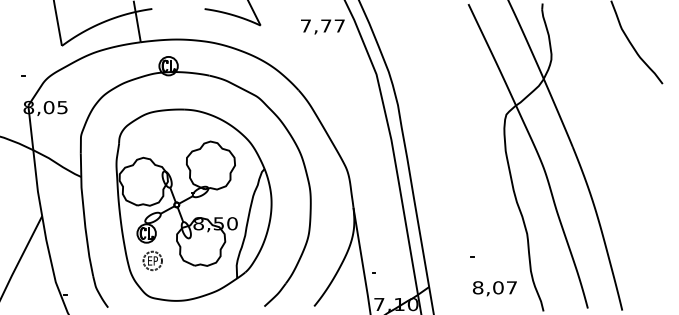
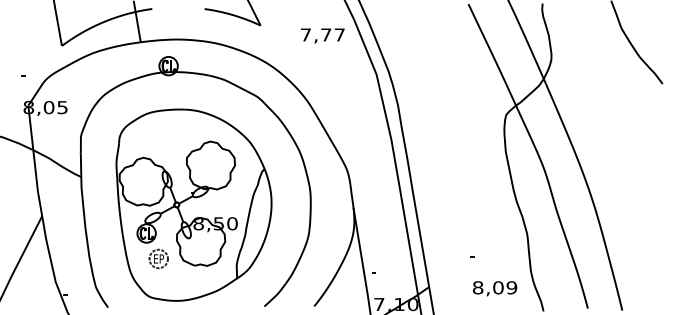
text at (322, 26) position: (322, 26) -> (322, 35)
part at (152, 260) position: (152, 260) -> (158, 258)
text at (511, 287): 8,07 -> 8,09
